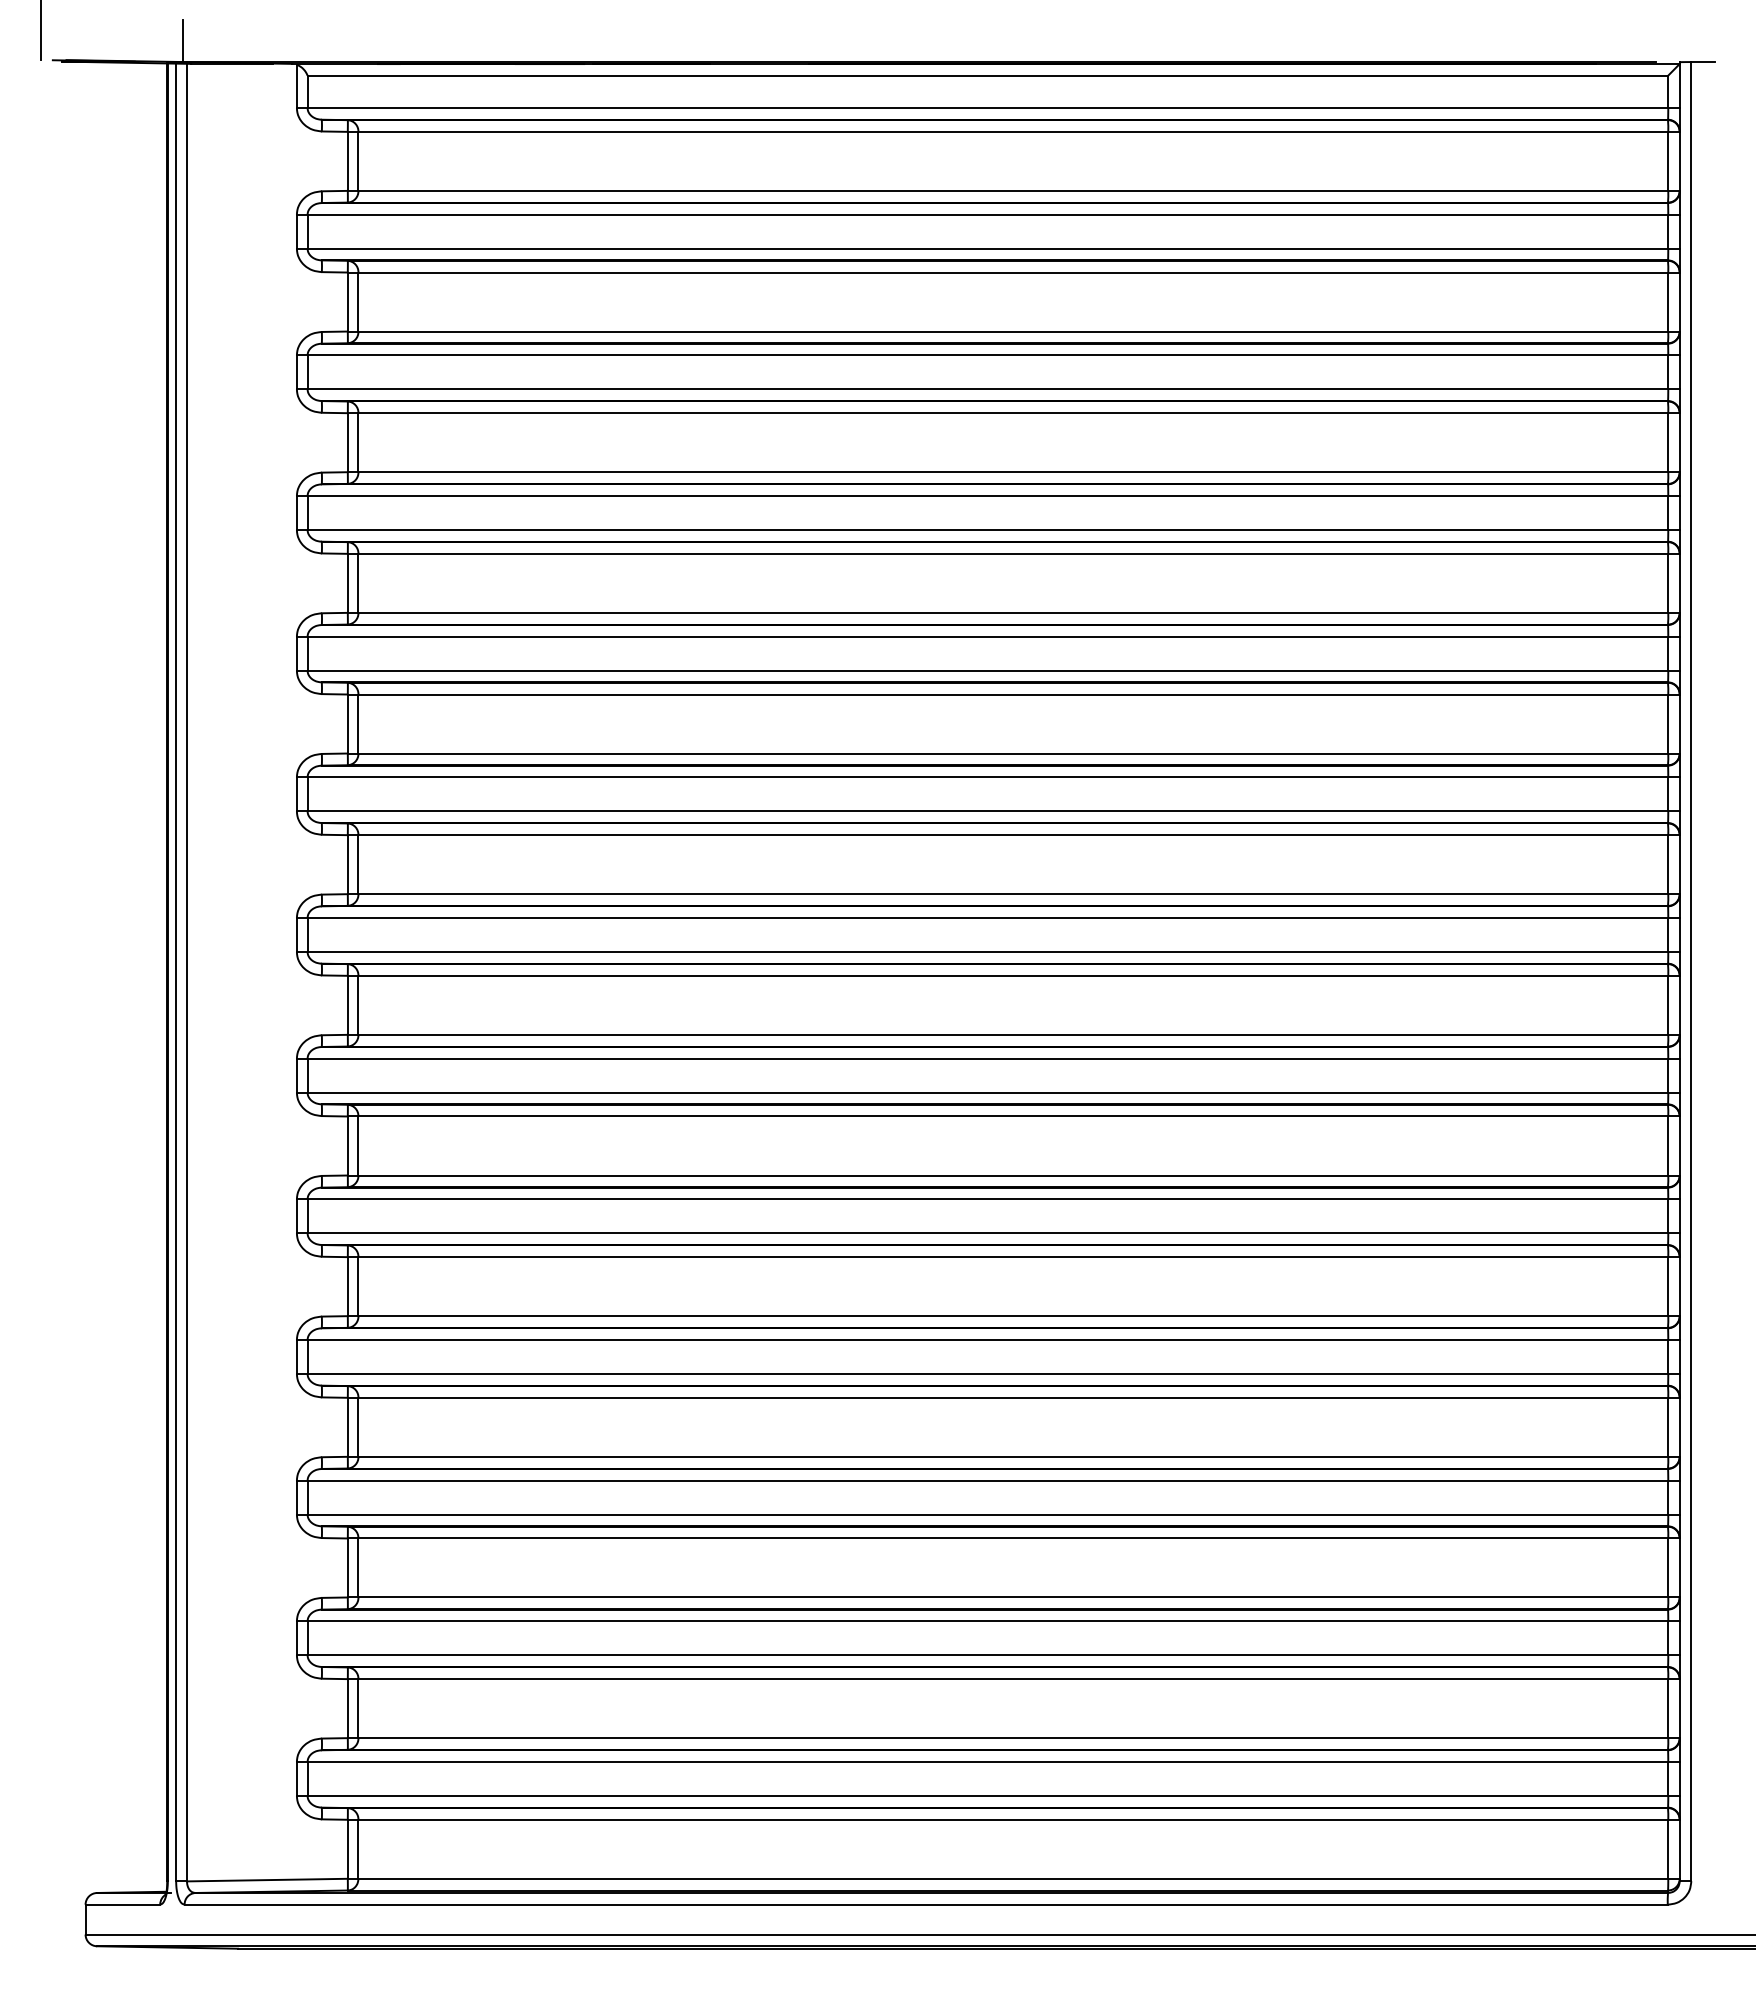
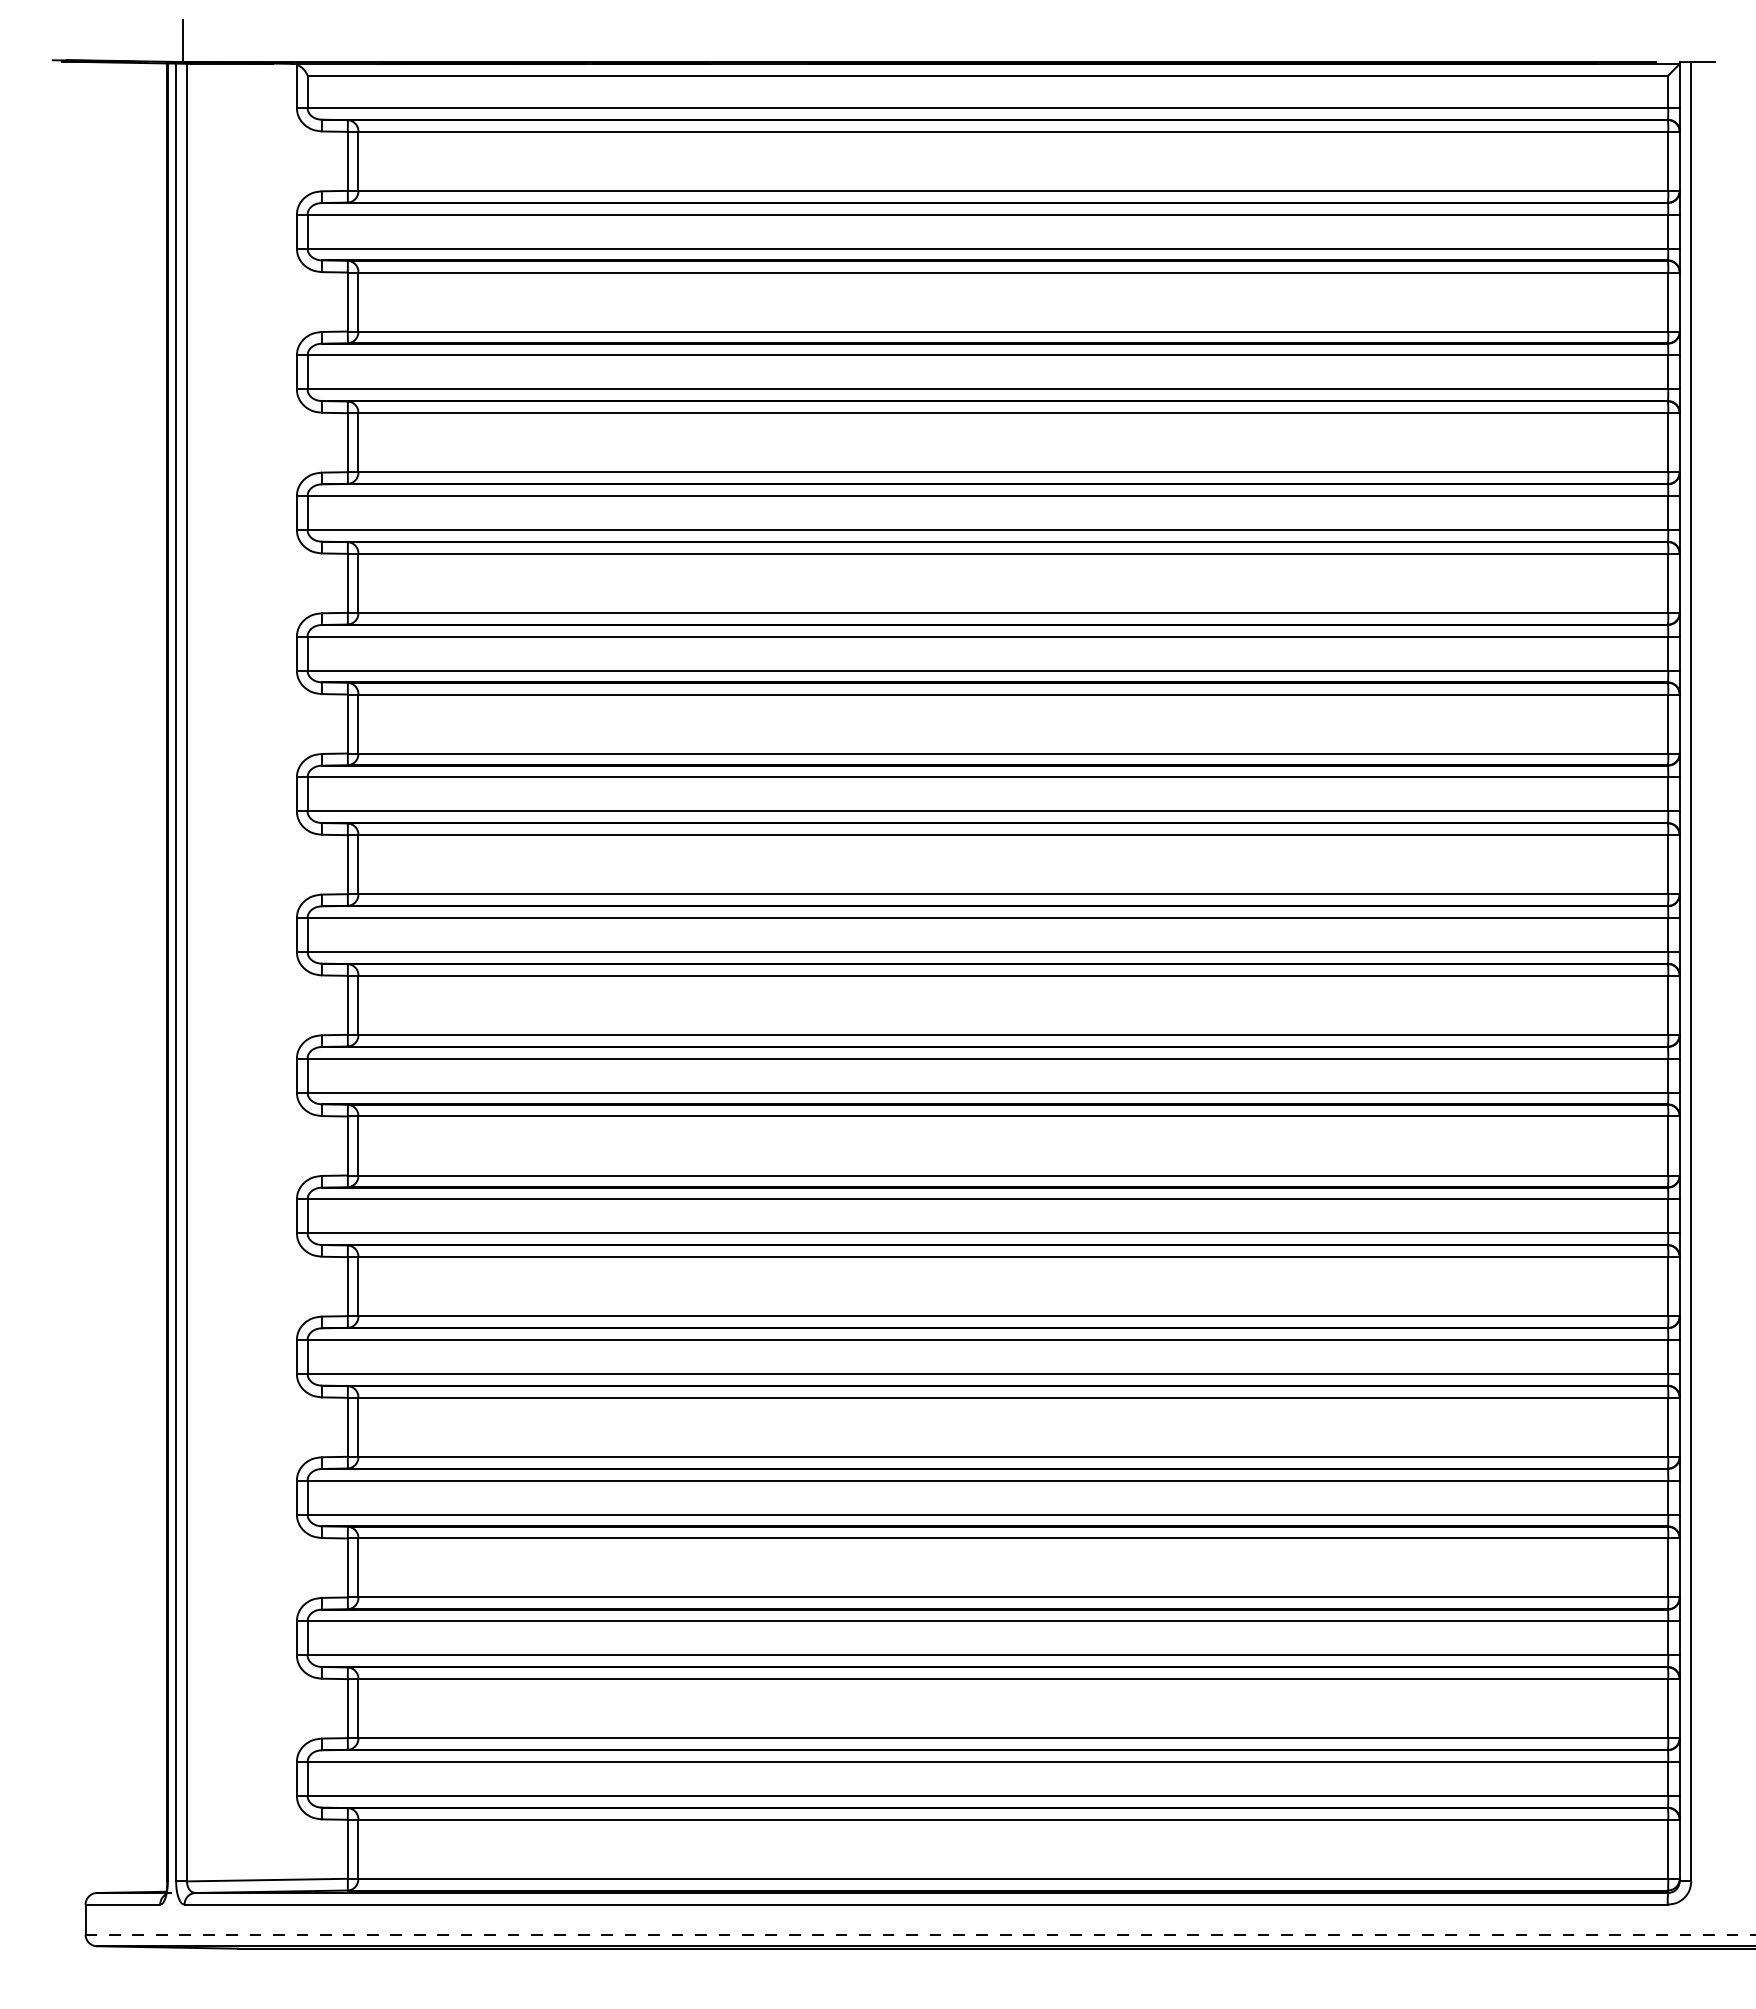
line at (41, 31): present -> none
line at (920, 1934): solid -> dashed
